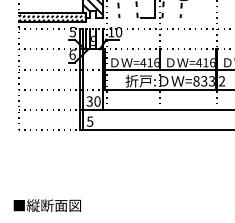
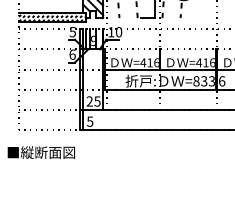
text at (222, 81): 2 -> 6
text at (93, 101): 30 -> 25
text at (46, 205) position: (46, 205) -> (40, 152)
